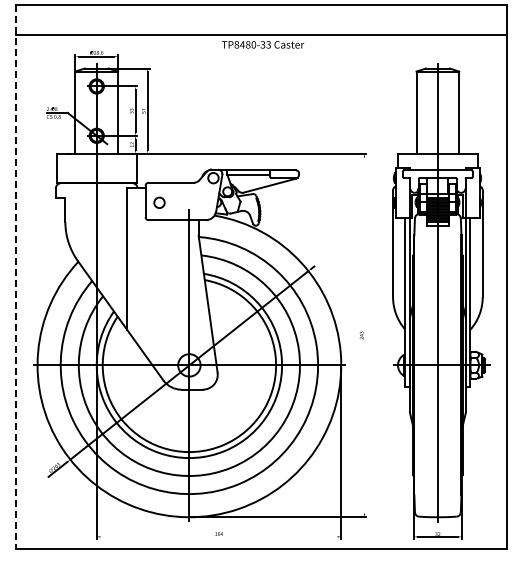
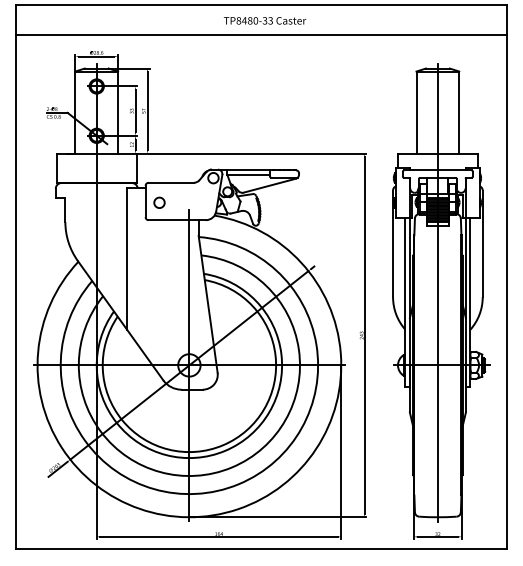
text at (262, 44) position: (262, 44) -> (264, 20)
line at (15, 277): dashed -> solid
line at (364, 335): none -> present
line at (218, 536): none -> present
